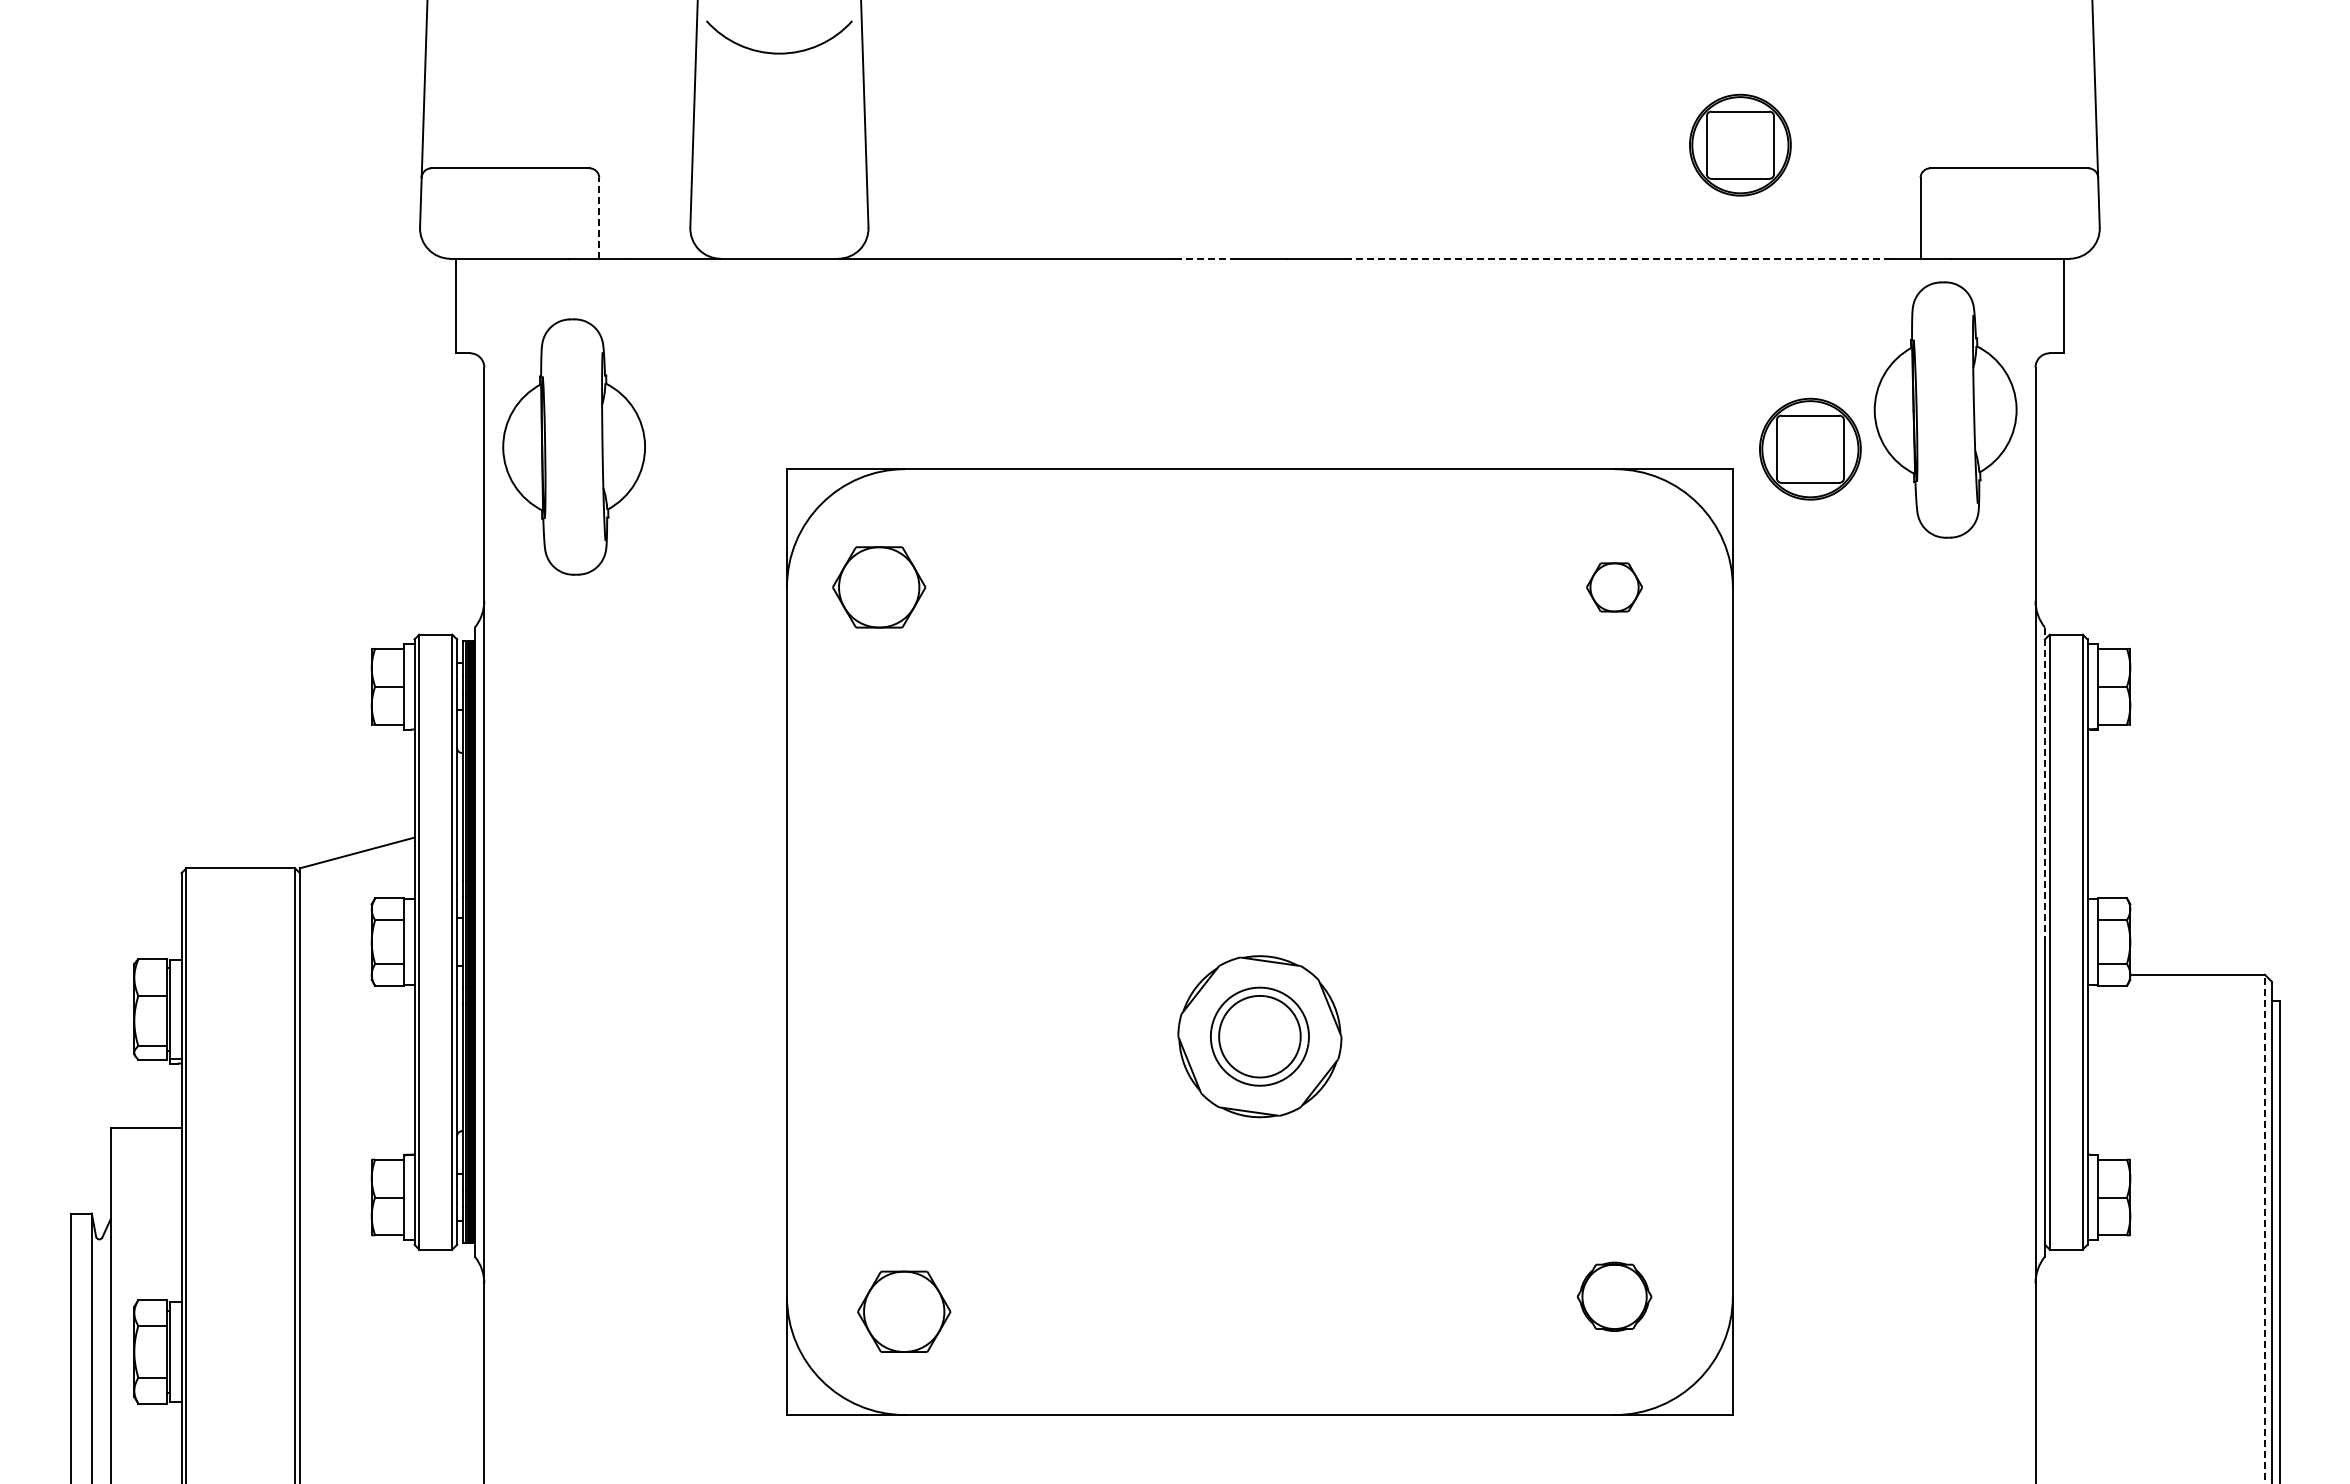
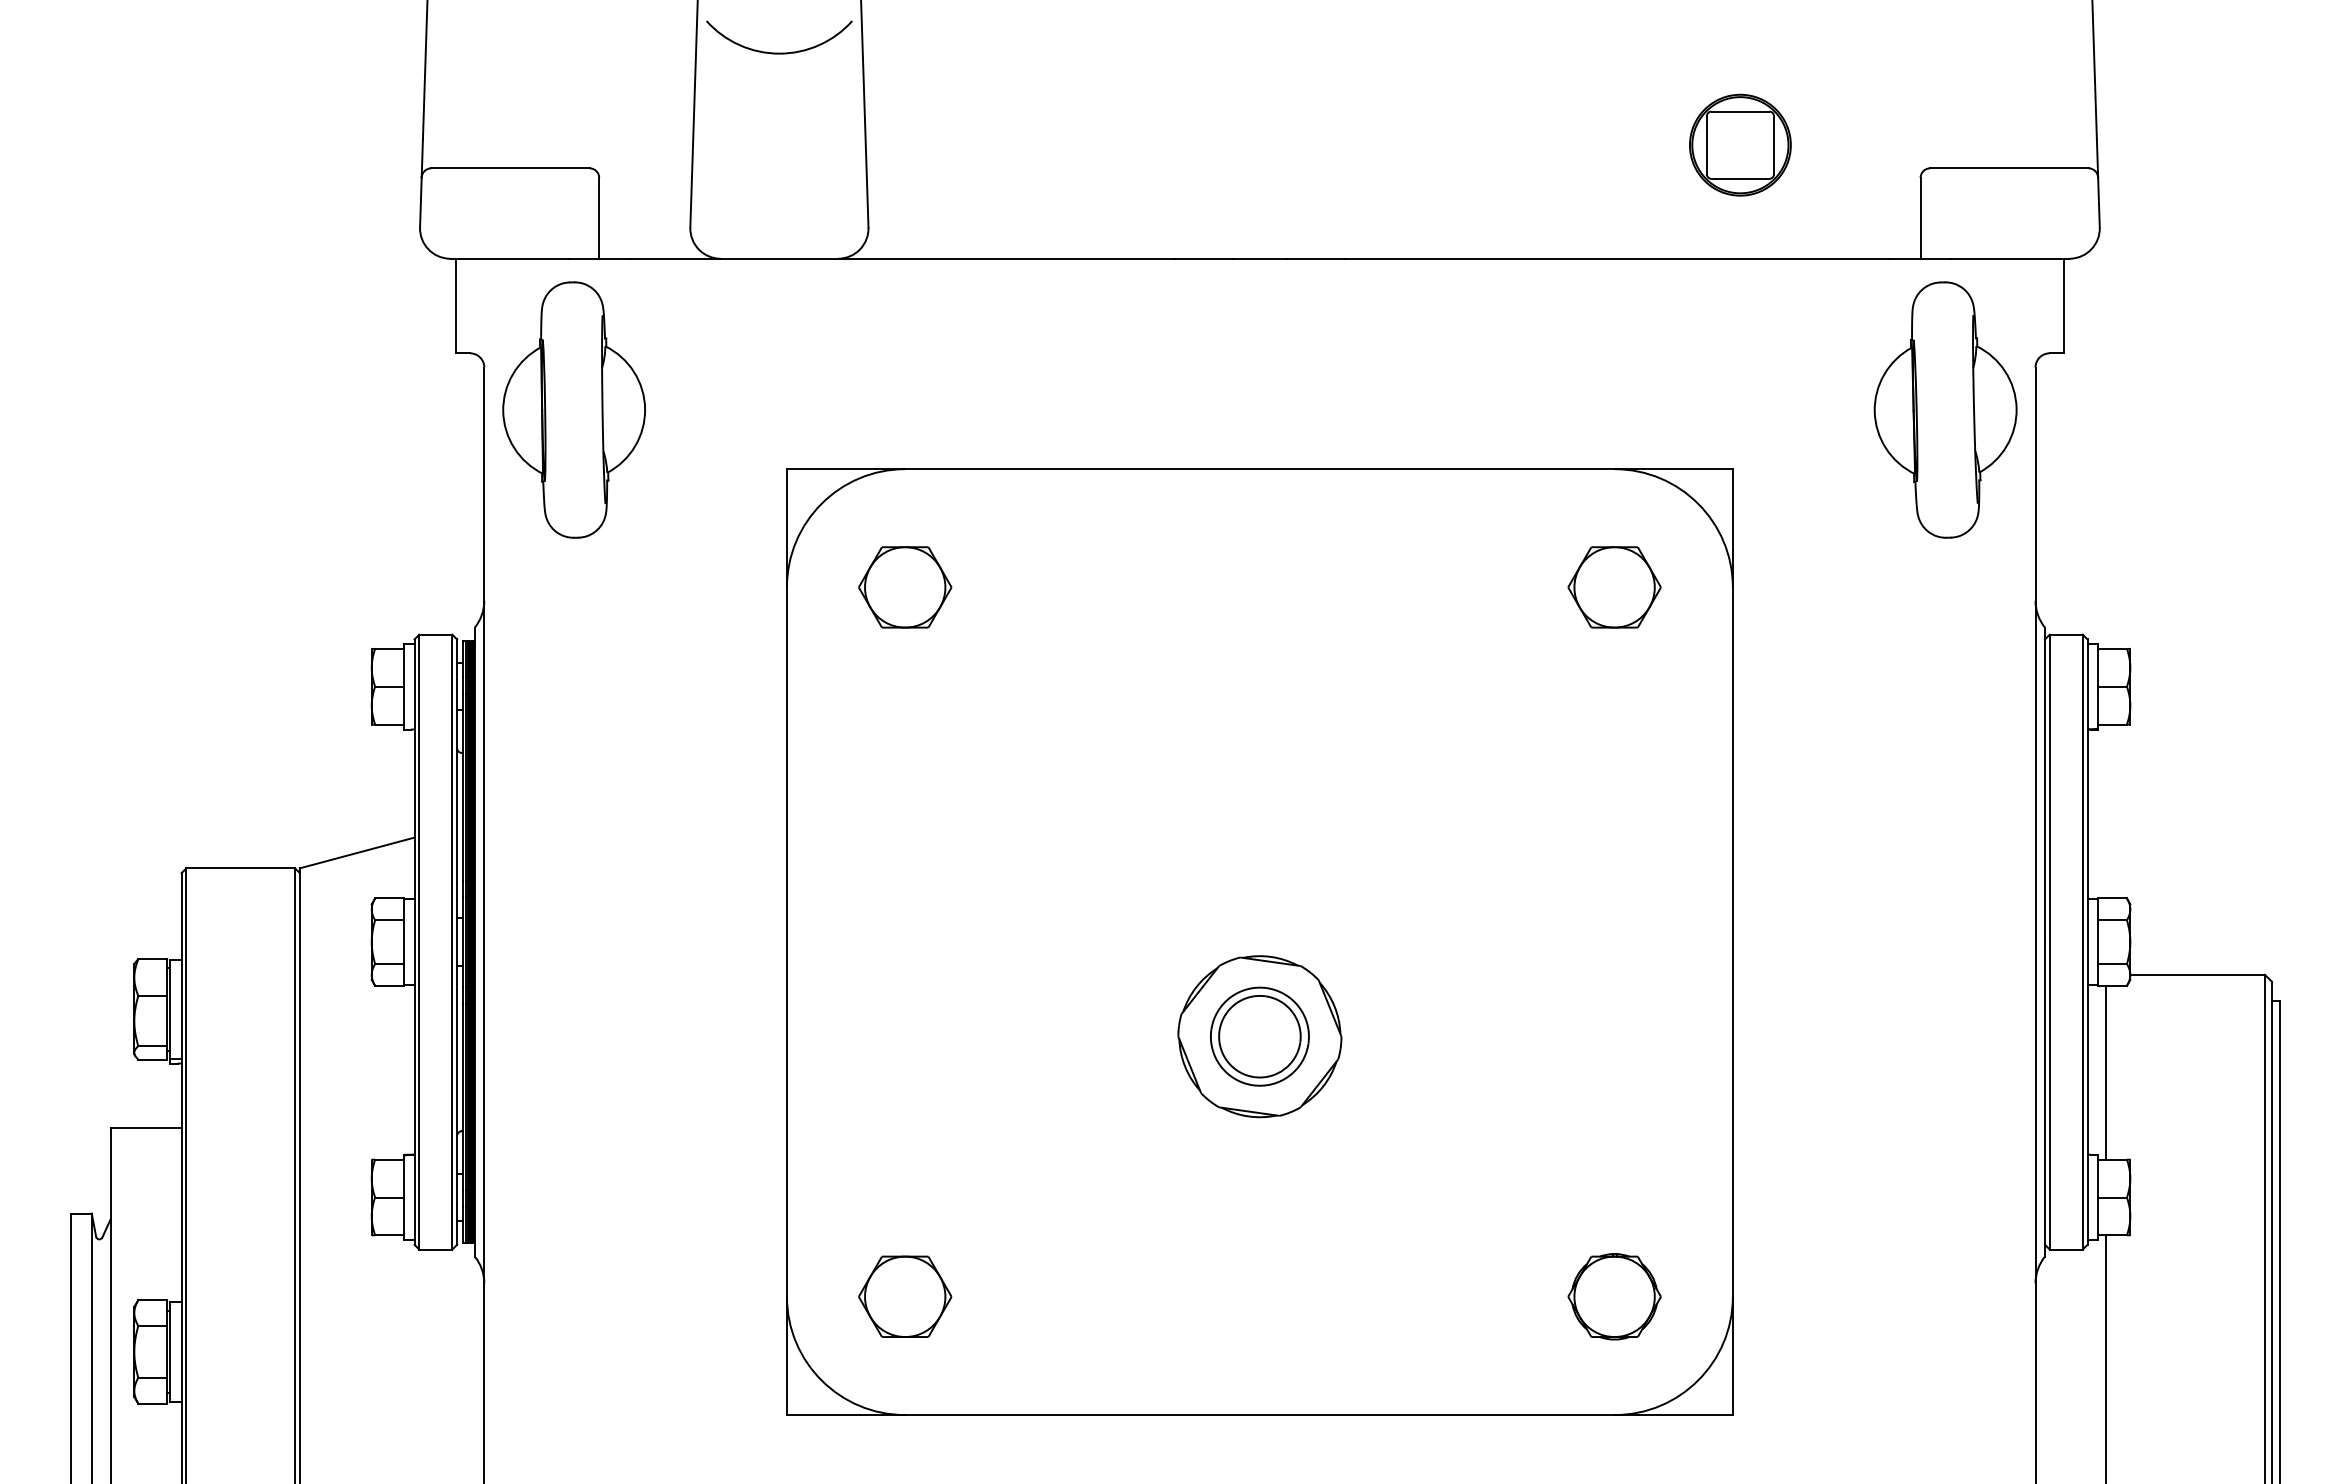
line at (599, 217): dashed -> solid
line at (1203, 258): dashed -> solid
line at (1617, 258): dashed -> solid
part at (573, 446) position: (573, 446) -> (573, 409)
part at (1810, 448): present -> none
part at (879, 587) position: (879, 587) -> (905, 587)
part at (1614, 587) size: 57x51 px -> 95x83 px
line at (2044, 785): dashed -> solid
line at (2106, 1072): none -> present
line at (2264, 1228): dashed -> solid
part at (1614, 1296) size: 77x71 px -> 95x88 px
part at (904, 1311) position: (904, 1311) -> (905, 1296)
line at (2106, 1357): none -> present
